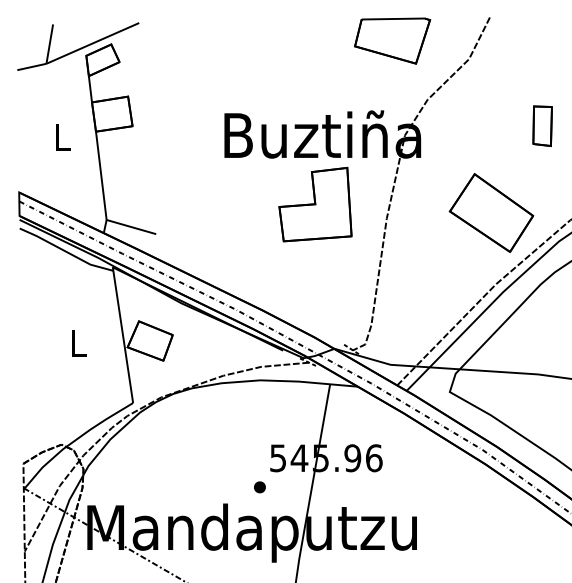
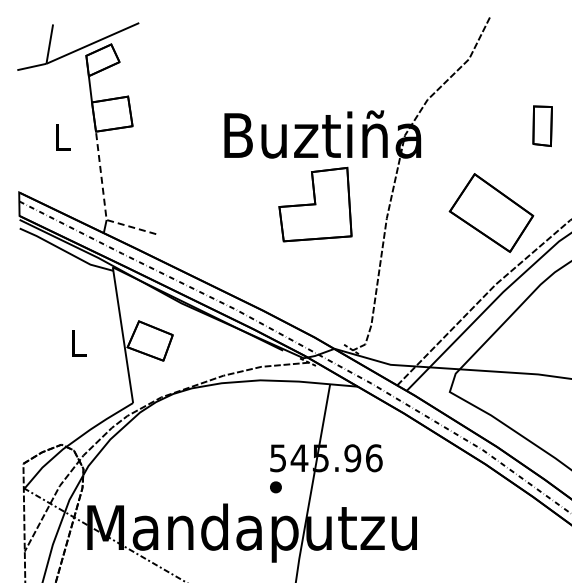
part at (392, 40): present -> none
line at (104, 202): solid -> dashed
part at (259, 487) position: (259, 487) -> (275, 487)
